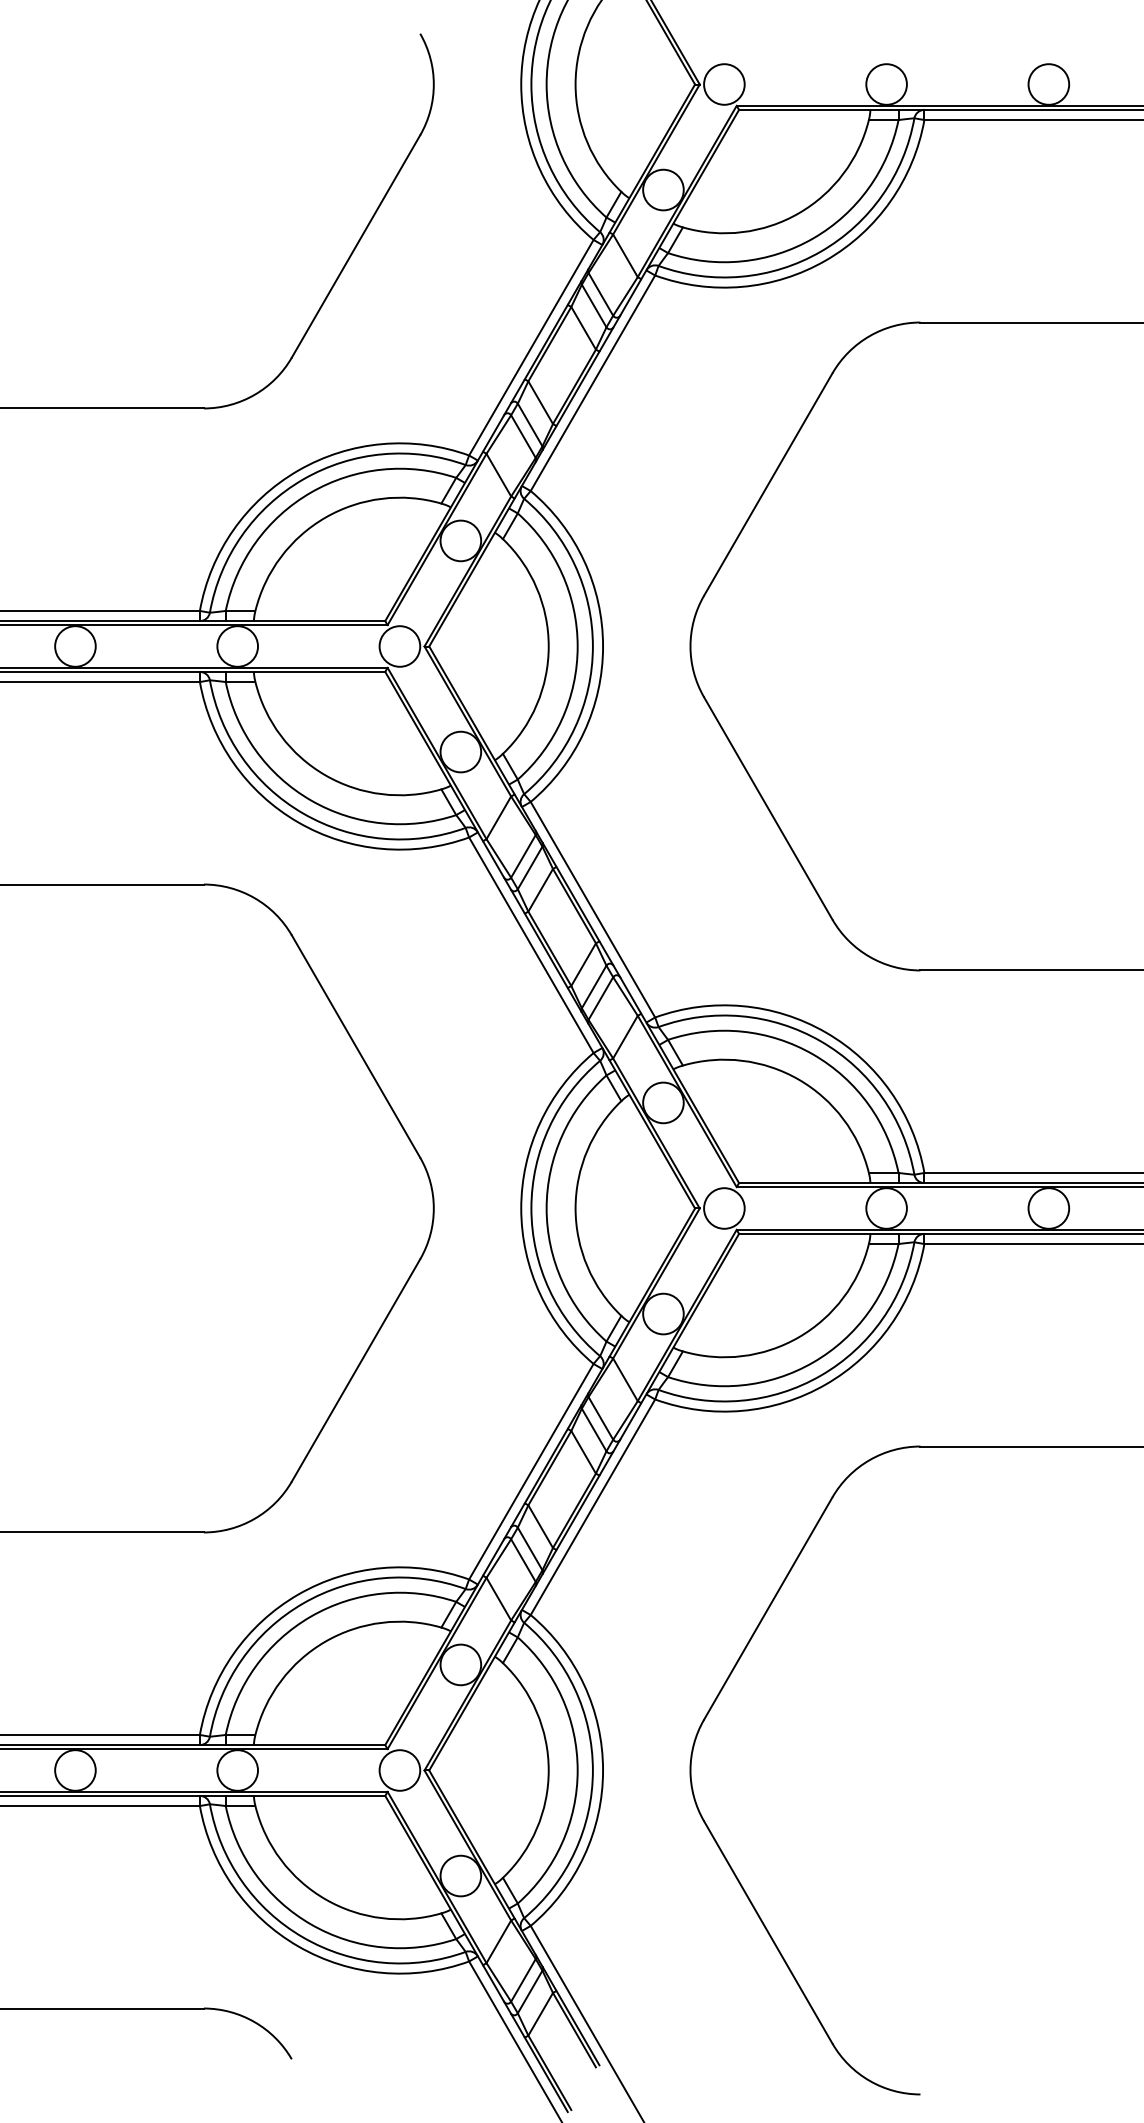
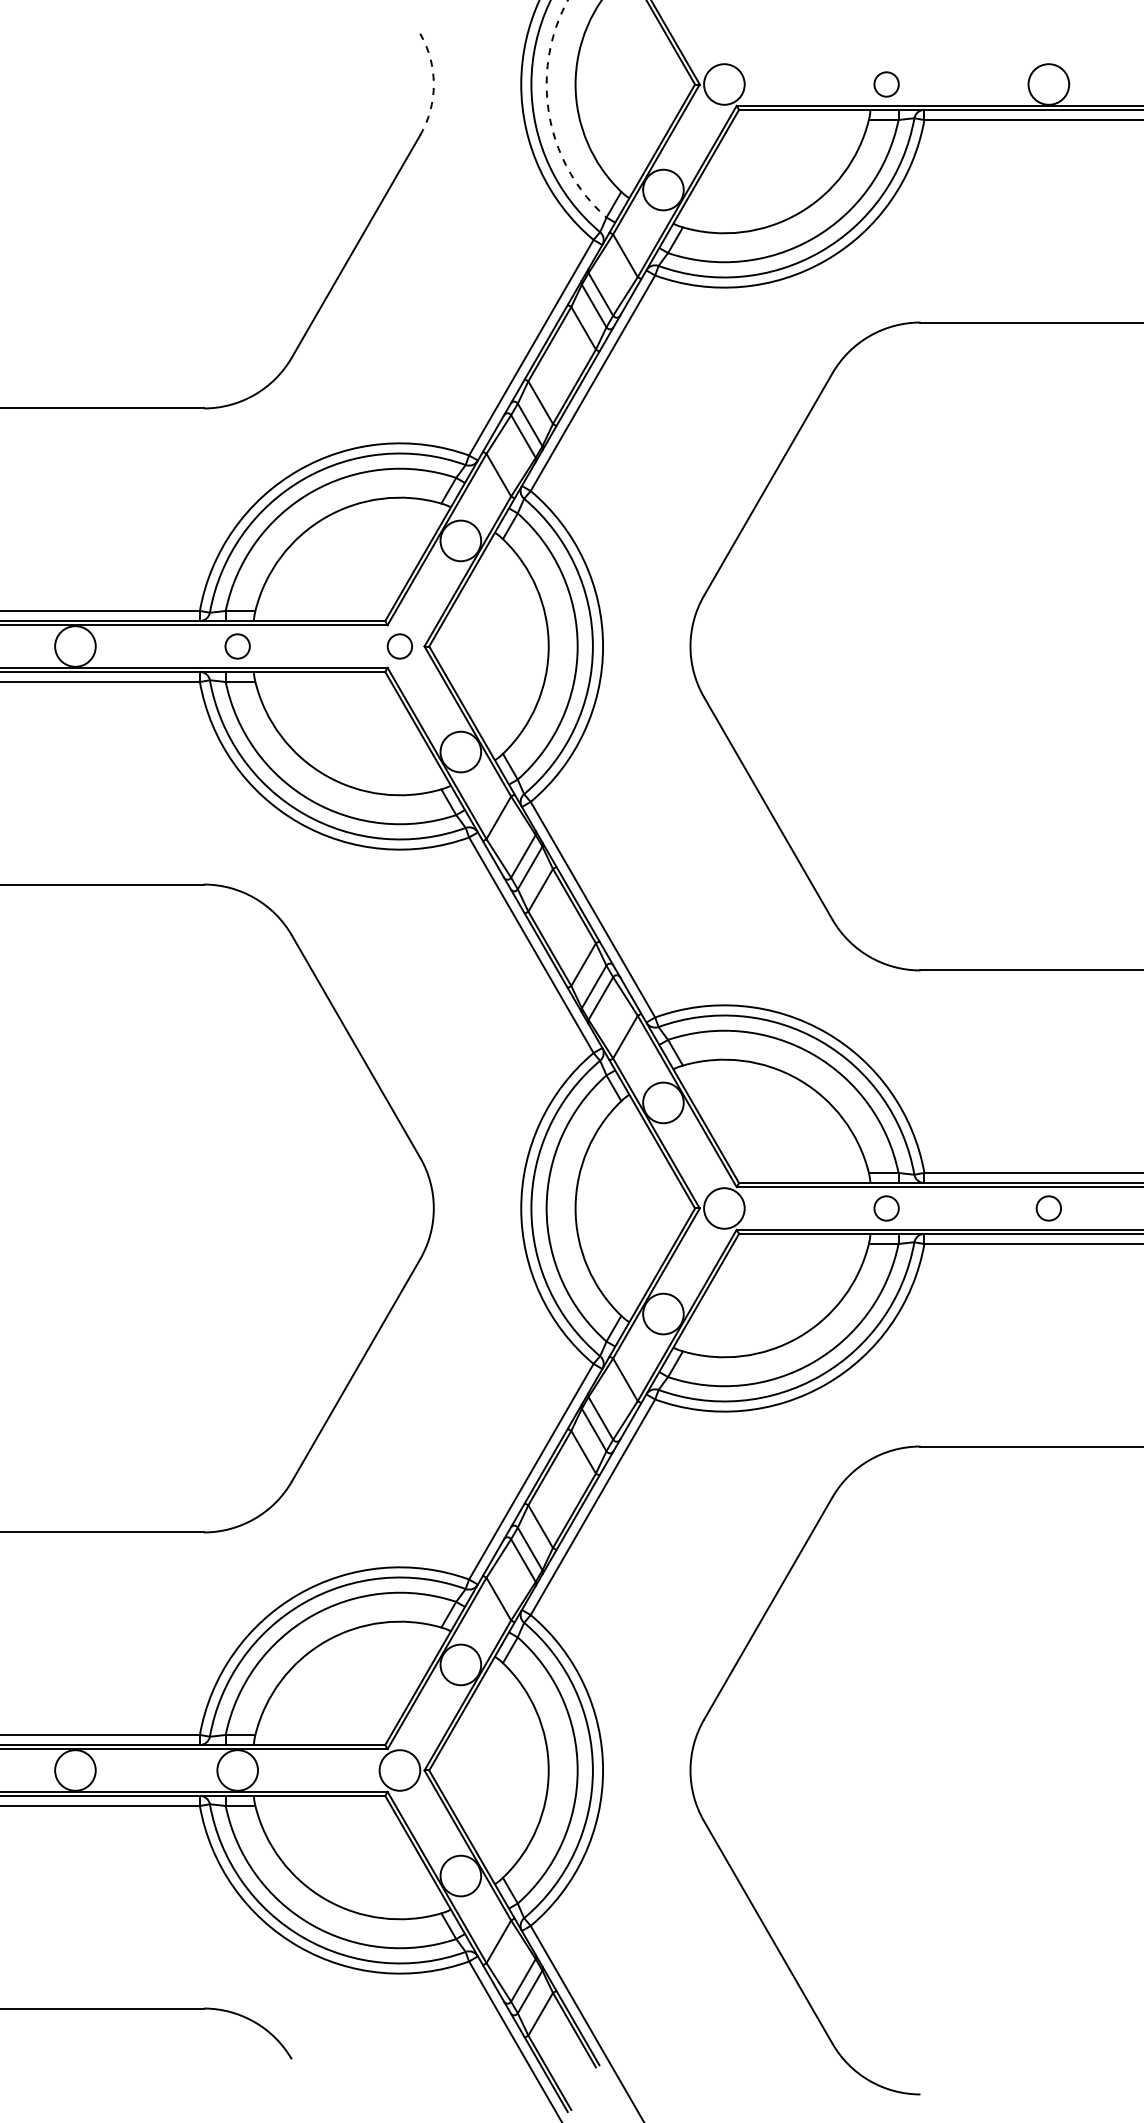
arc at (433, 84): solid -> dashed
circle at (886, 84) diameter: 41 px -> 24 px
arc at (549, 115): solid -> dashed
circle at (237, 646) diameter: 41 px -> 24 px
circle at (399, 646) diameter: 41 px -> 24 px
circle at (886, 1208) diameter: 41 px -> 24 px
circle at (1048, 1208) diameter: 41 px -> 24 px
